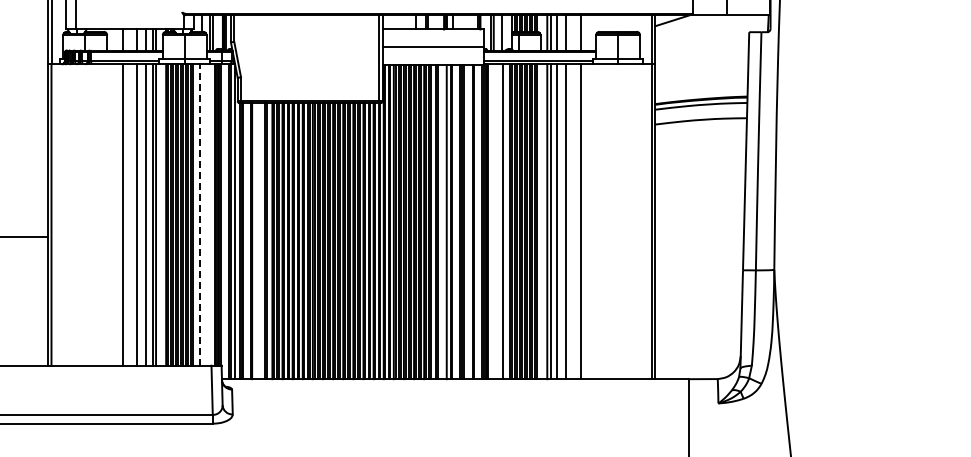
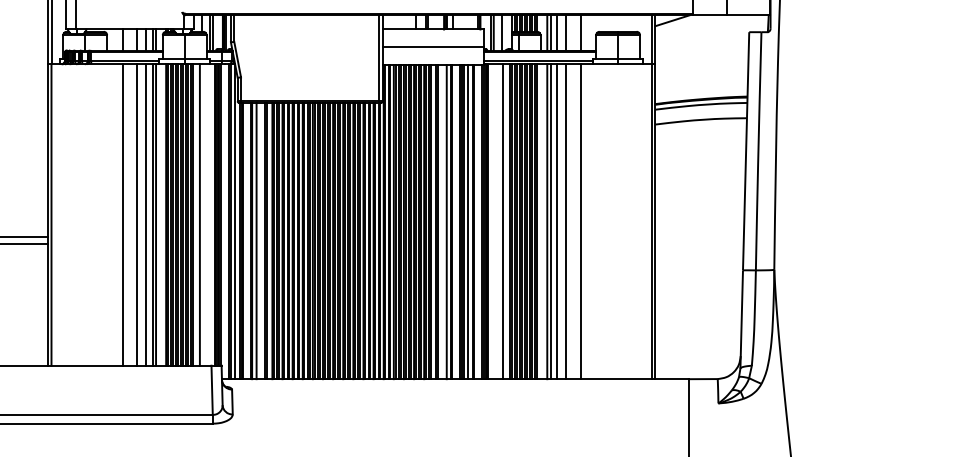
line at (199, 214): dashed -> solid
line at (467, 222): none -> present
line at (256, 241): none -> present
line at (25, 243): none -> present
